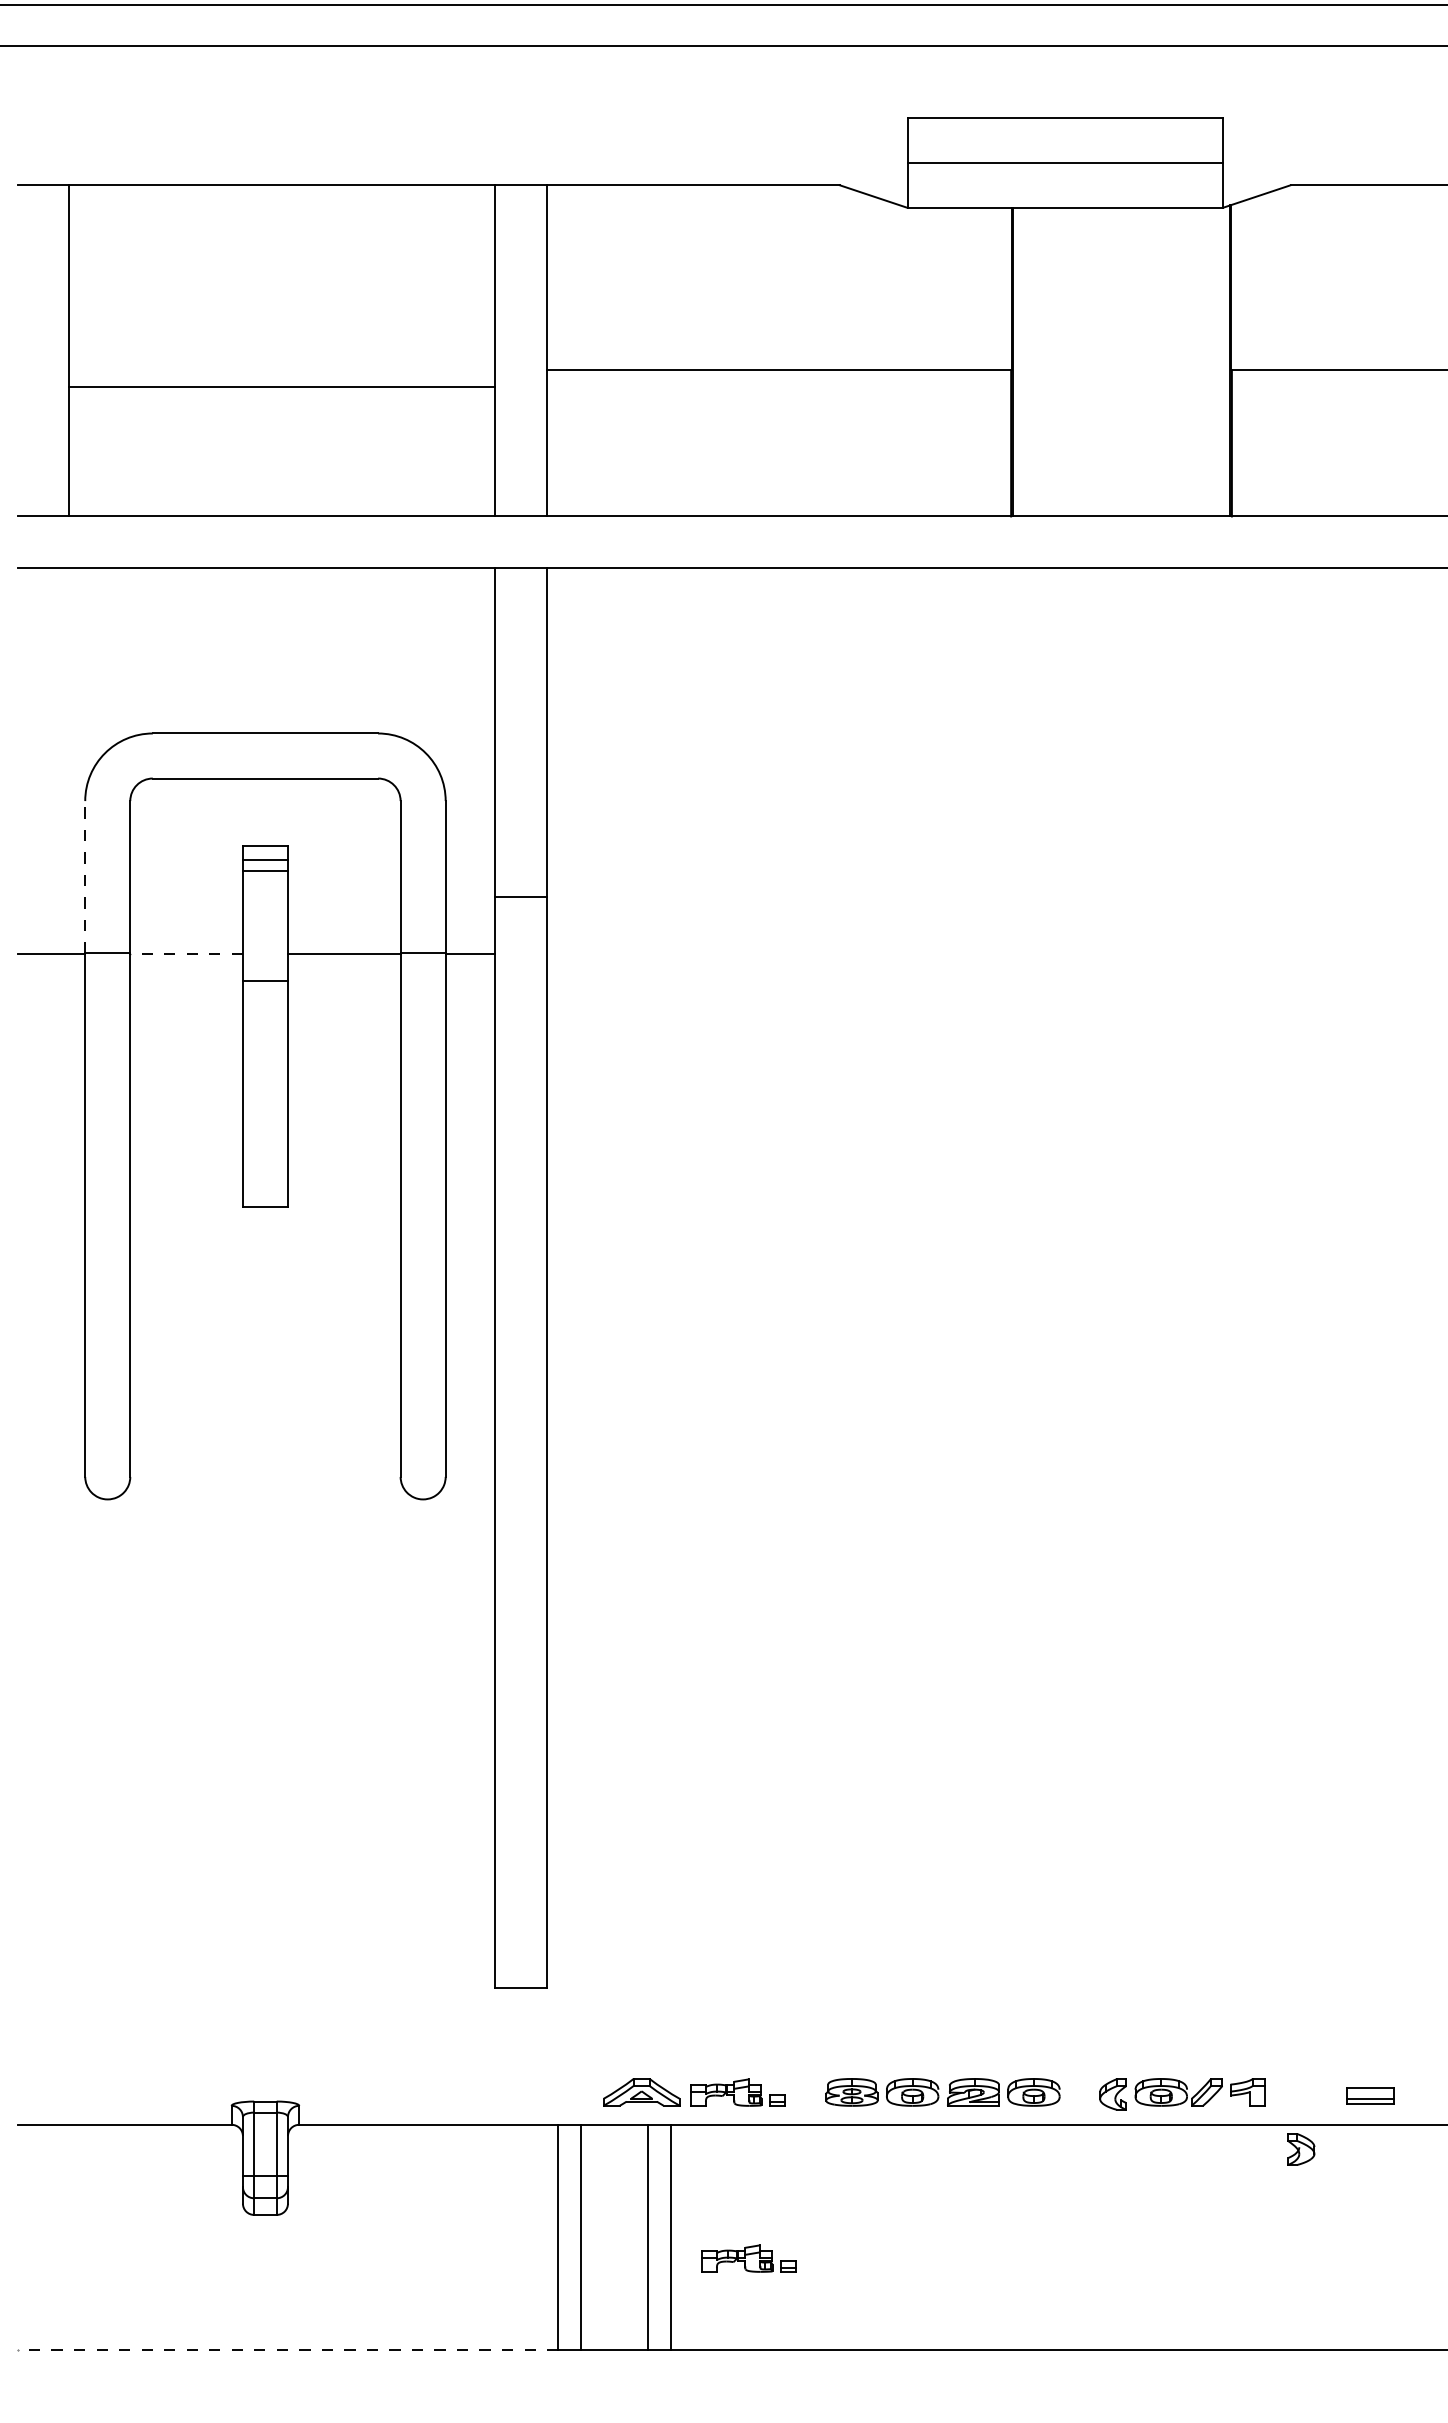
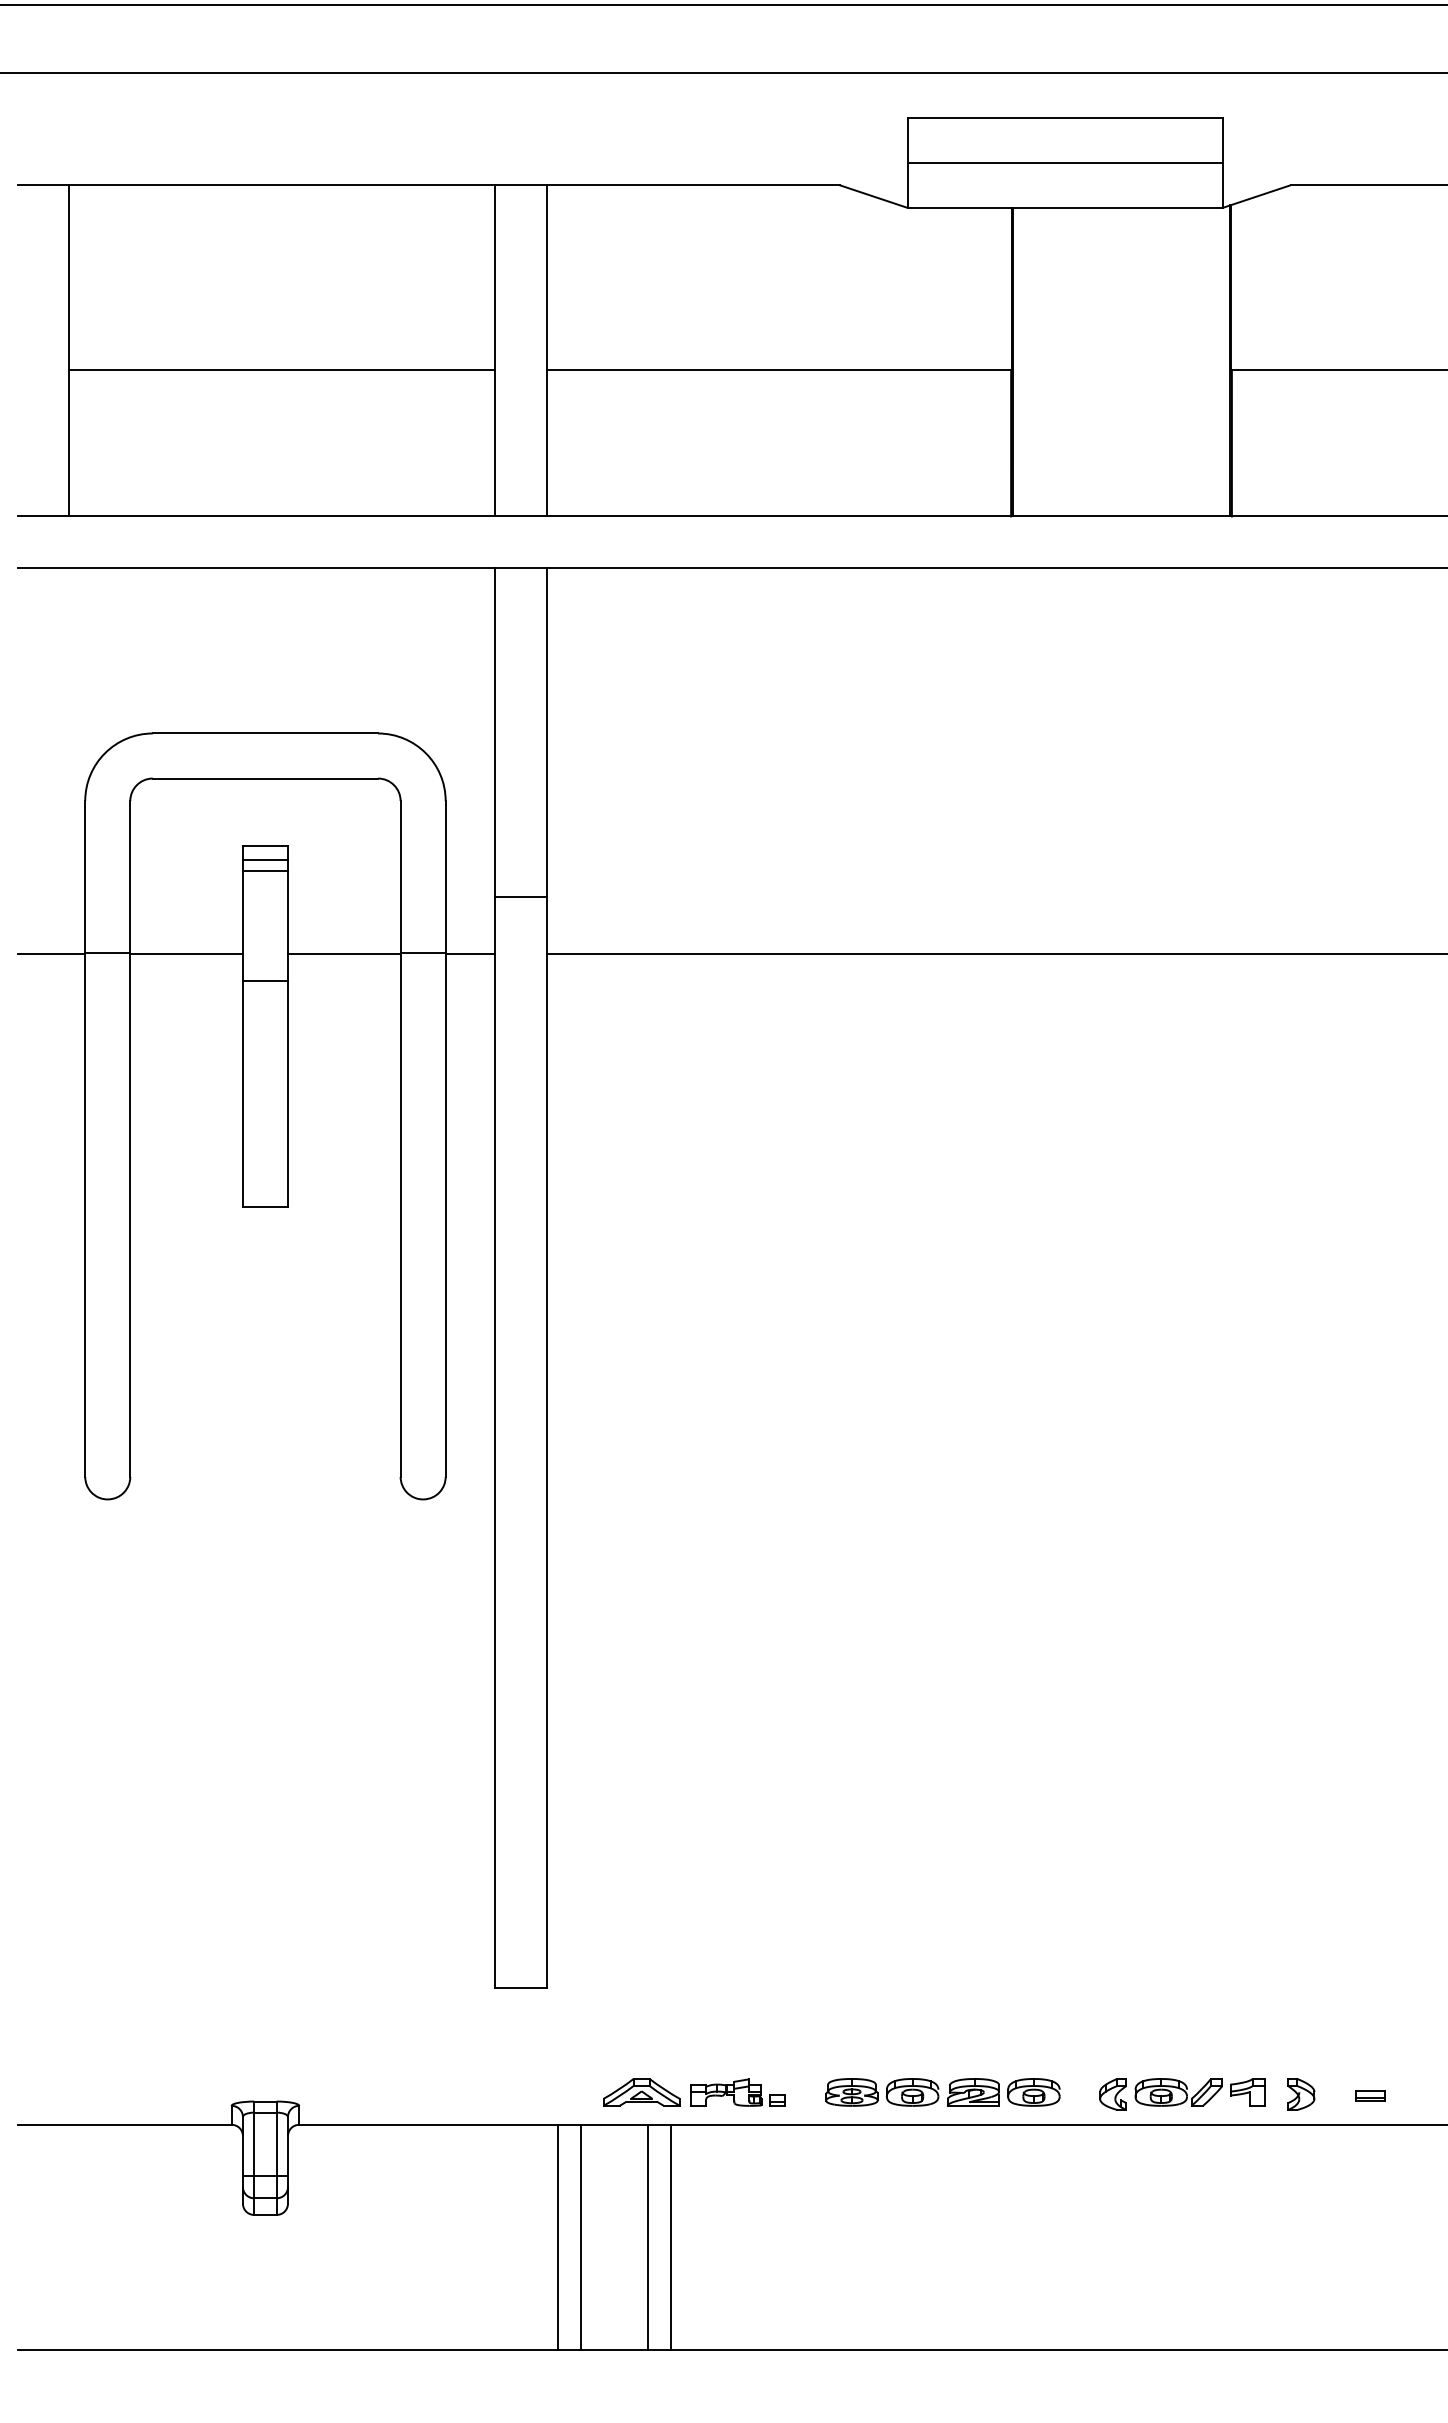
line at (723, 45) position: (723, 45) -> (723, 72)
line at (281, 387) position: (281, 387) -> (281, 370)
line at (85, 876): dashed -> solid
line at (186, 953): dashed -> solid
line at (995, 953): none -> present
part at (1370, 2095) size: 49x18 px -> 31x12 px
part at (1301, 2149) position: (1301, 2149) -> (1301, 2094)
part at (748, 2258): present -> none
line at (287, 2350): dashed -> solid
